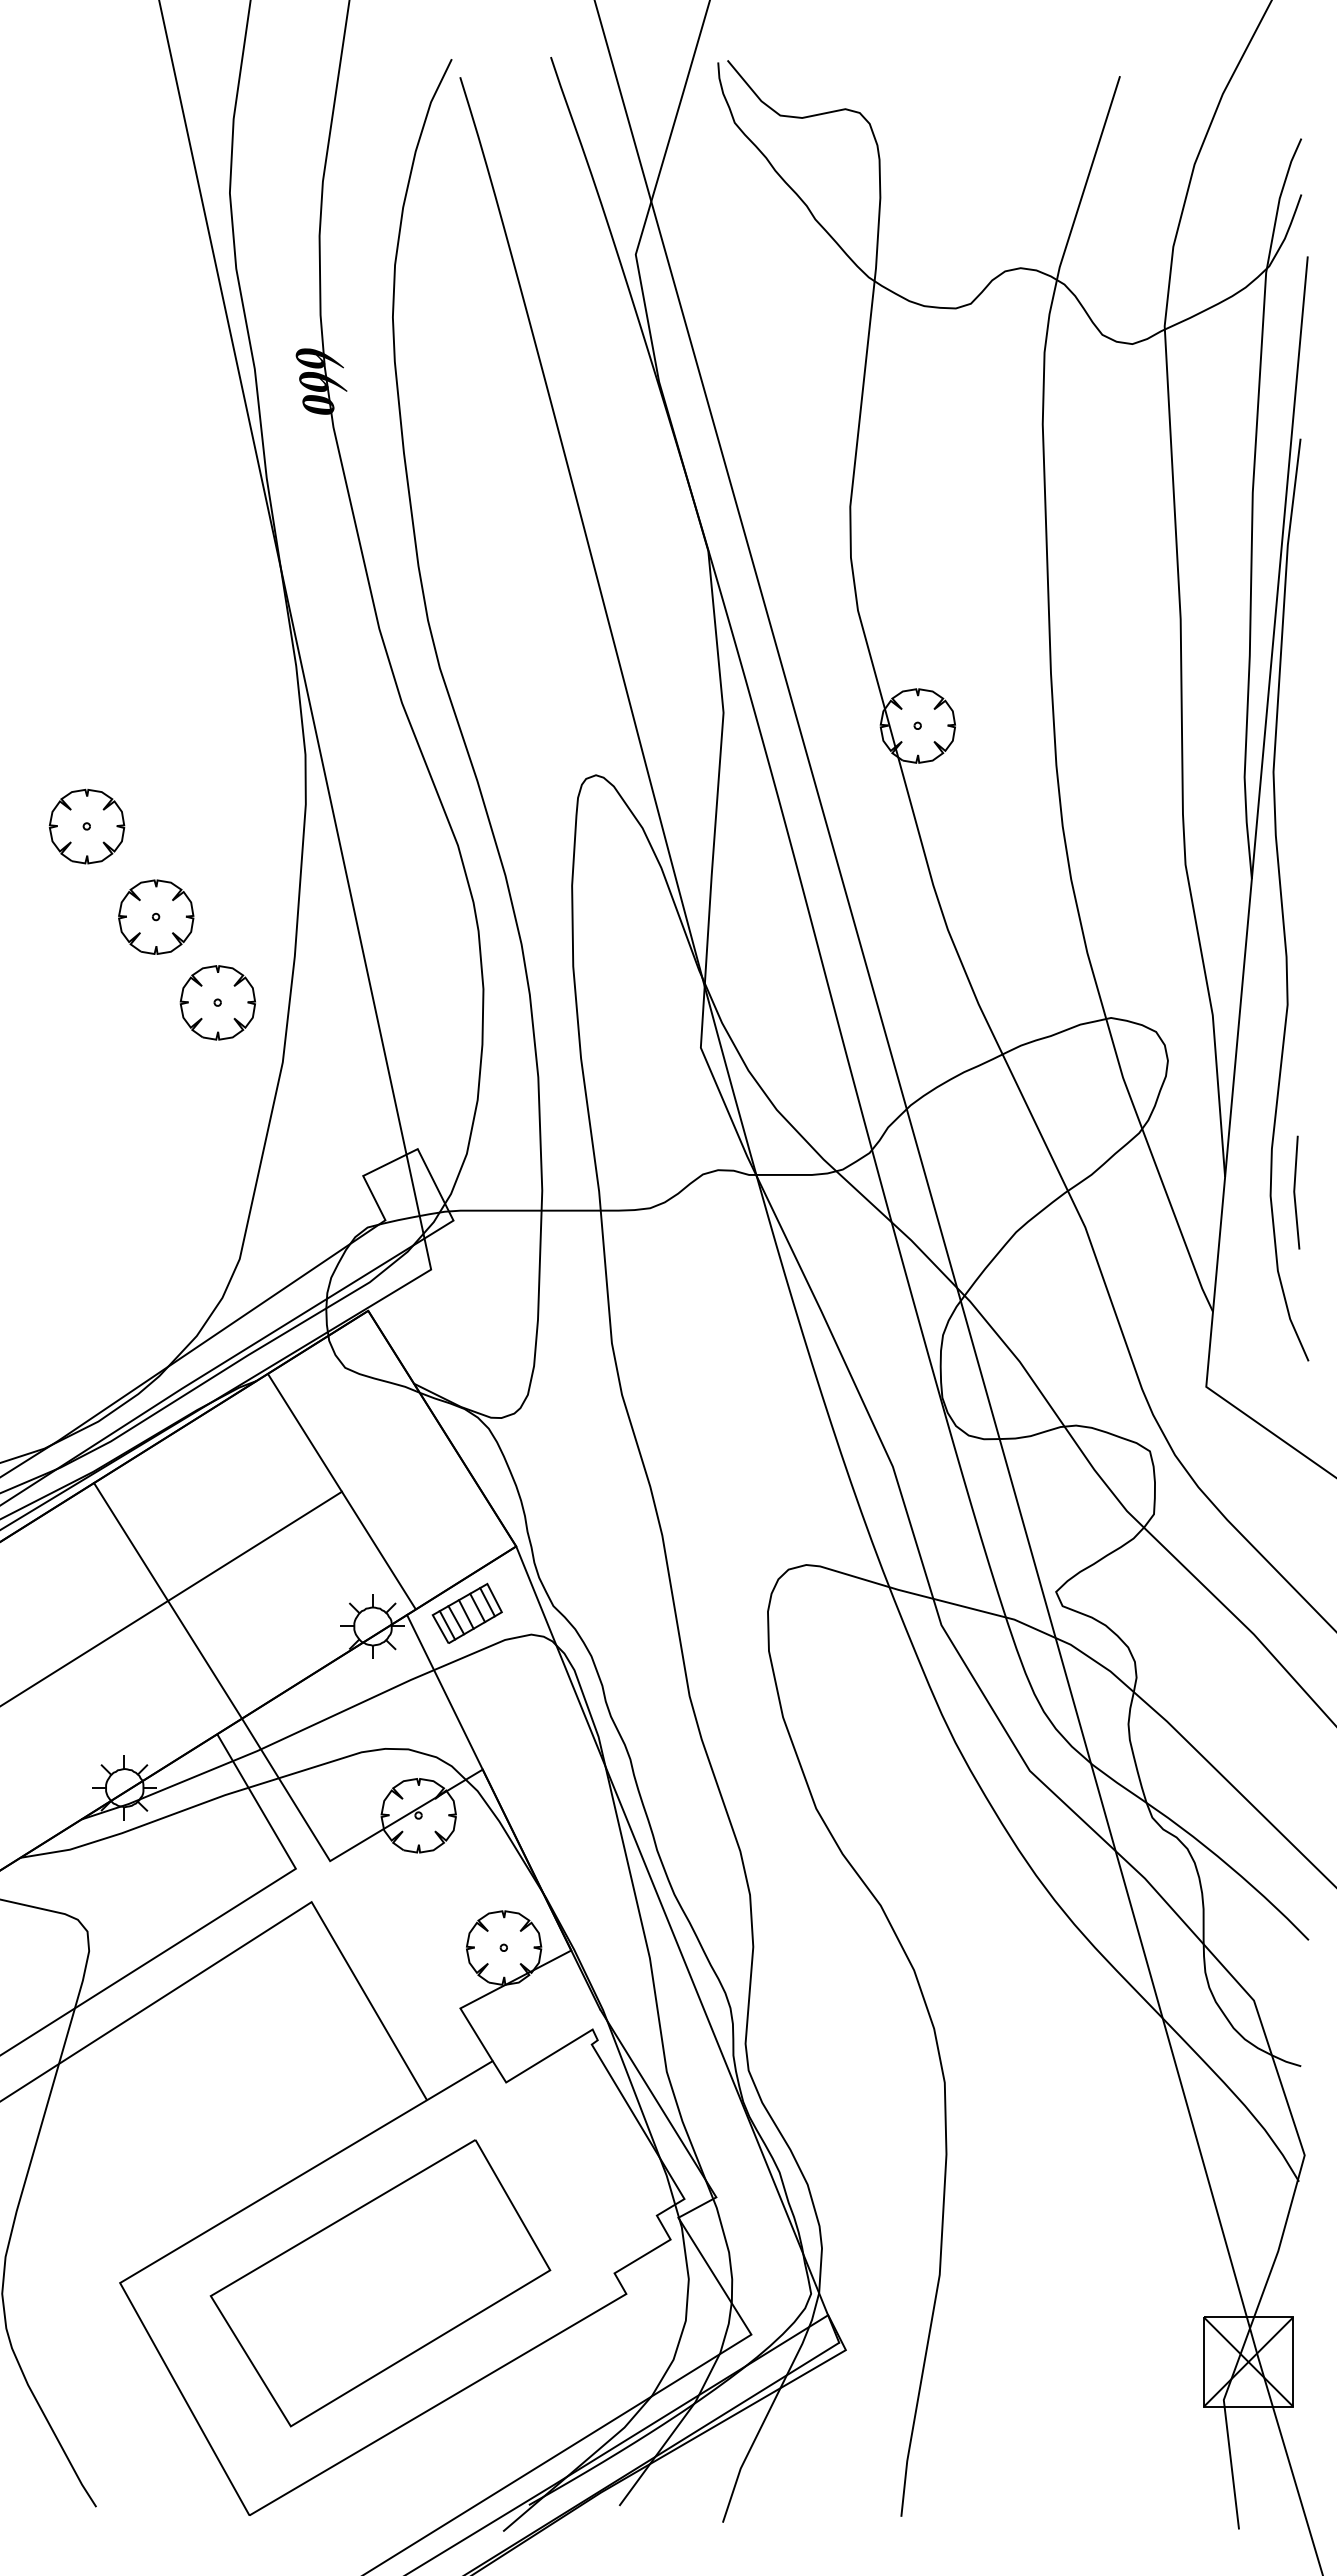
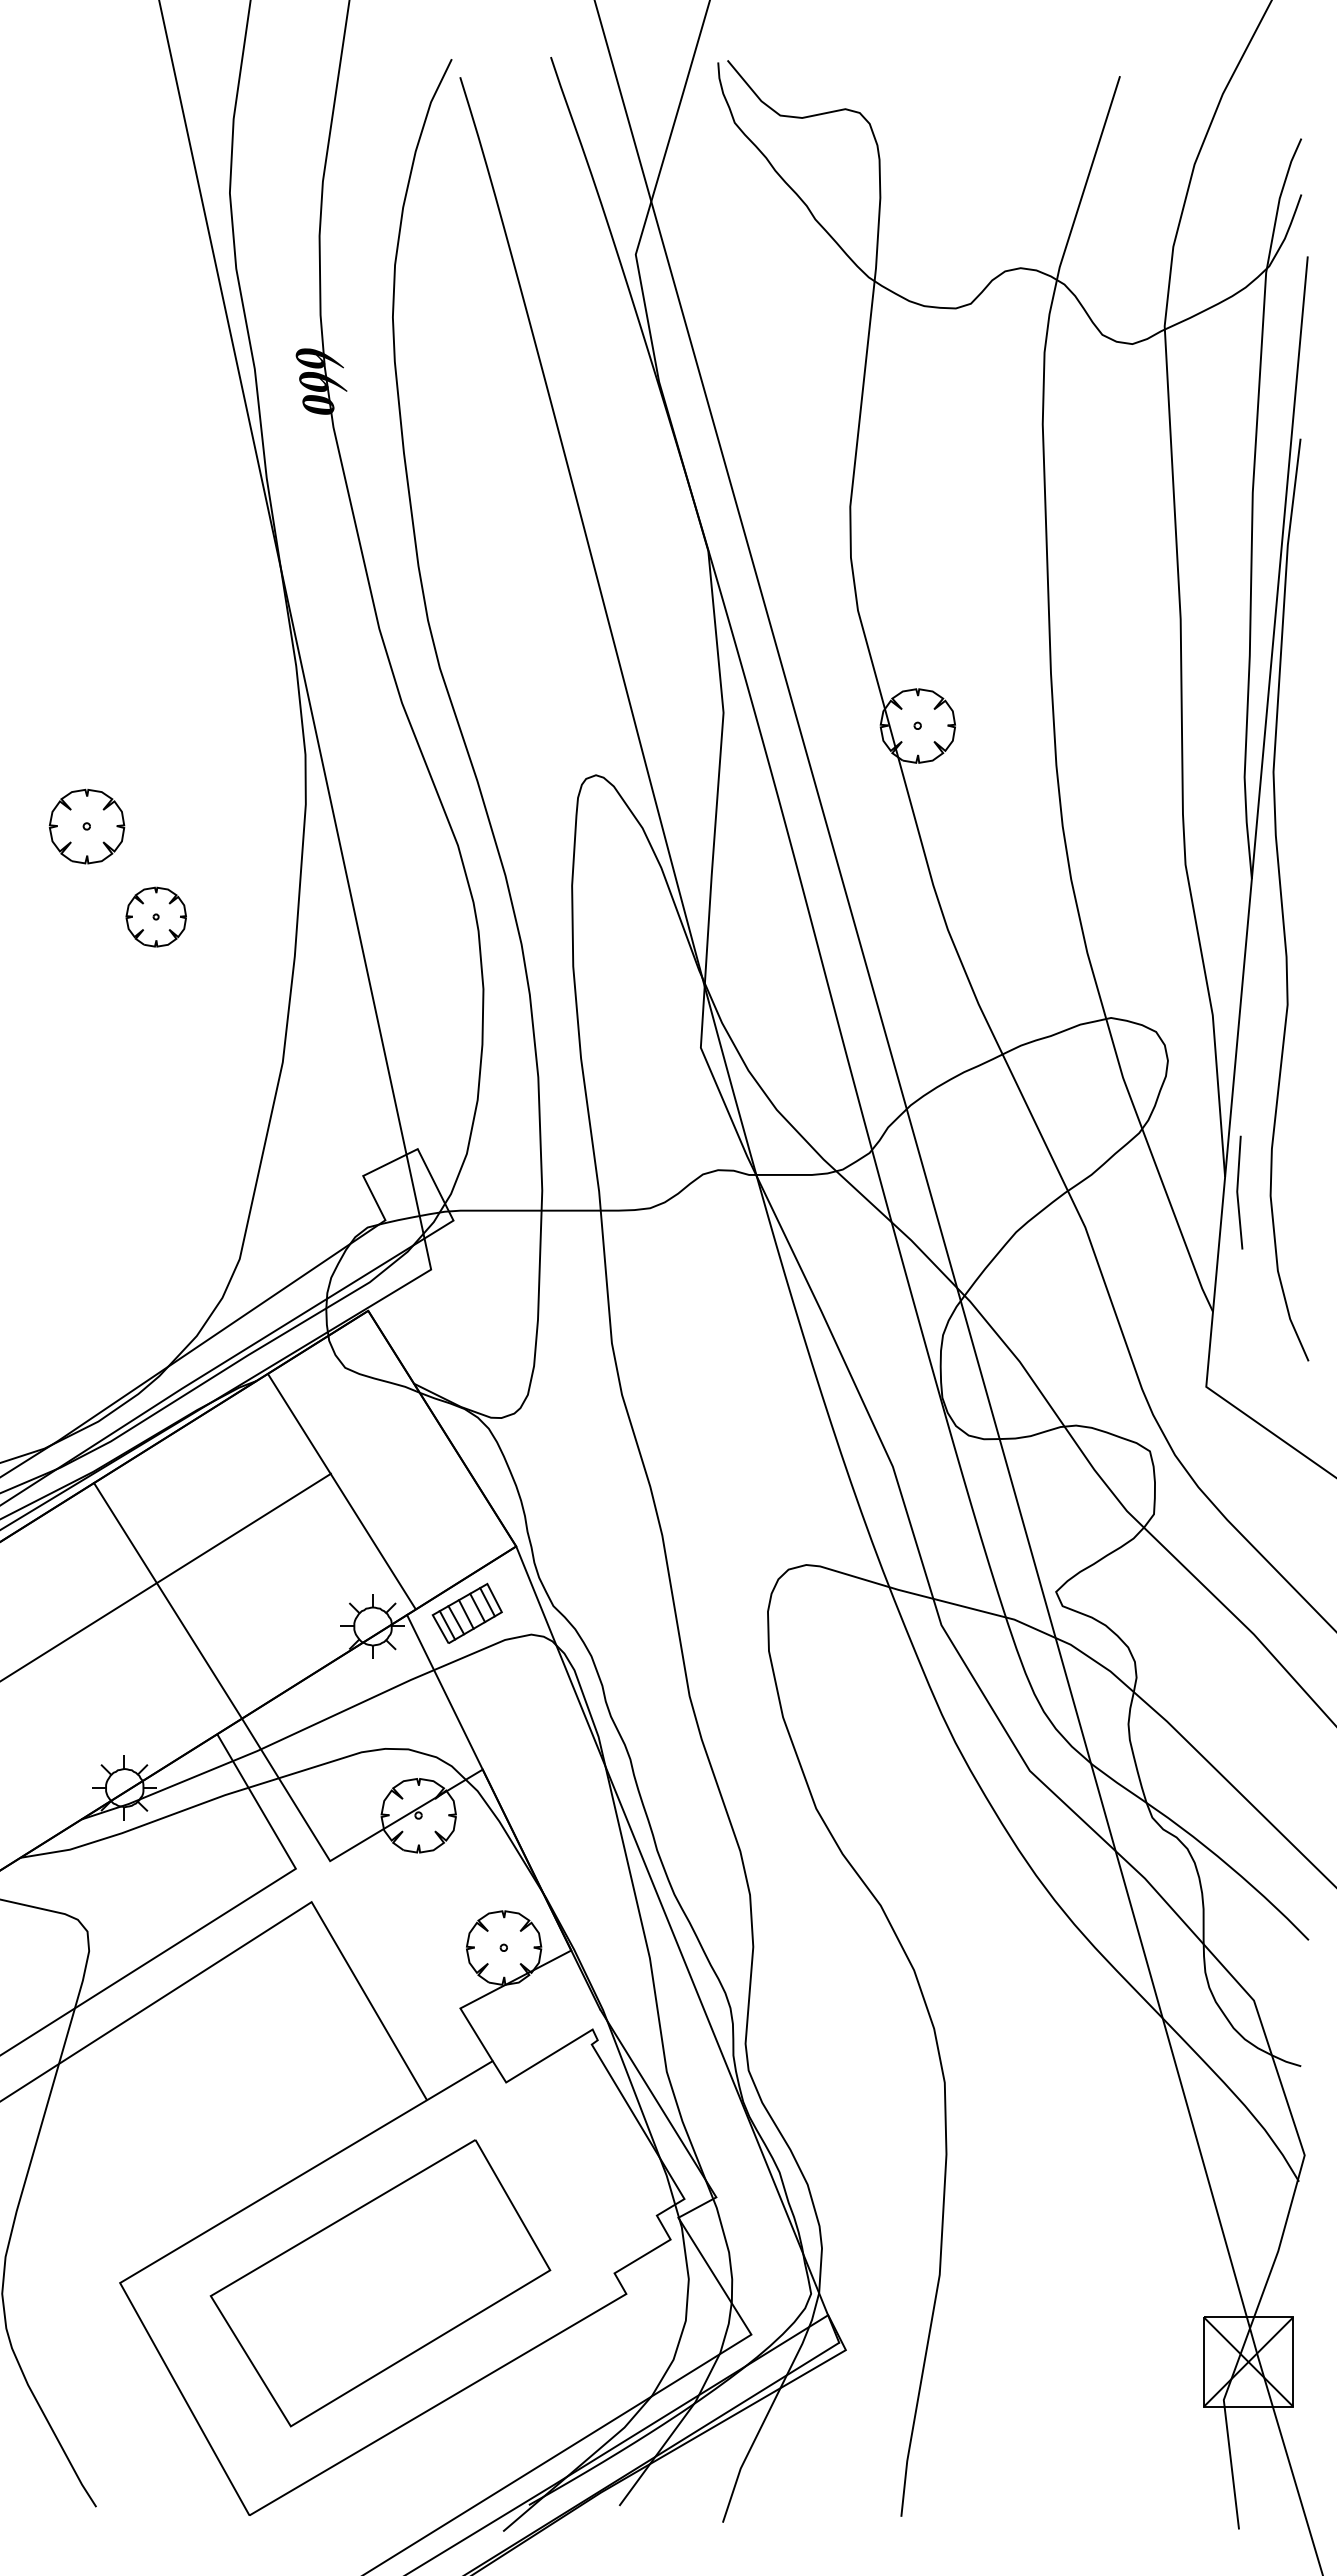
part at (156, 916) size: 77x76 px -> 62x62 px
part at (217, 1002): present -> none
line at (1295, 1192) position: (1295, 1192) -> (1238, 1192)
line at (171, 1597) position: (171, 1597) -> (166, 1576)
